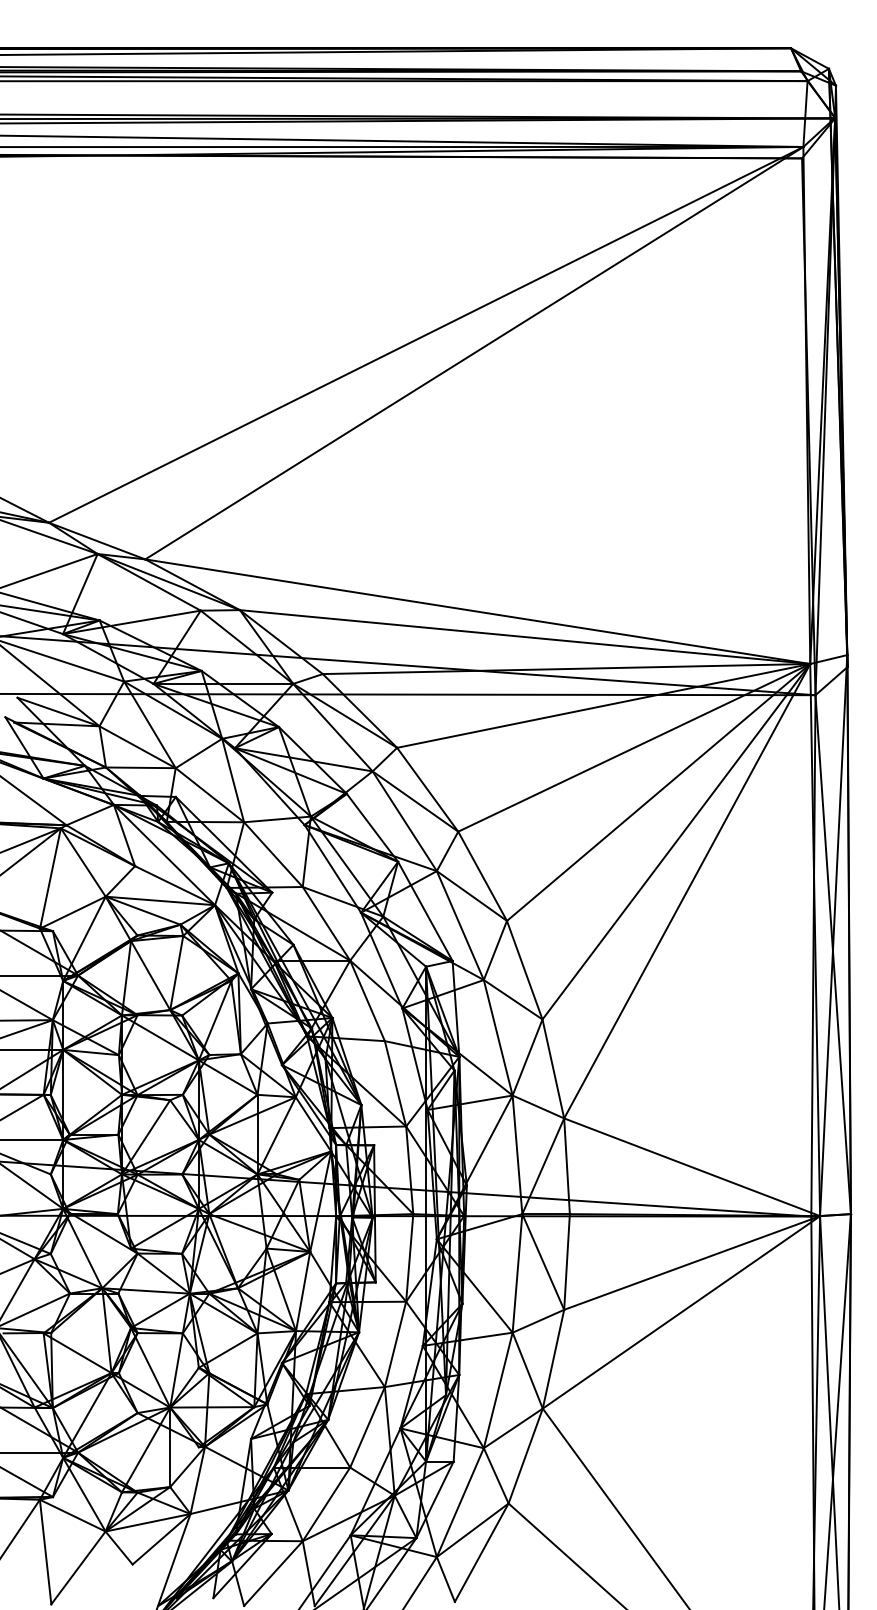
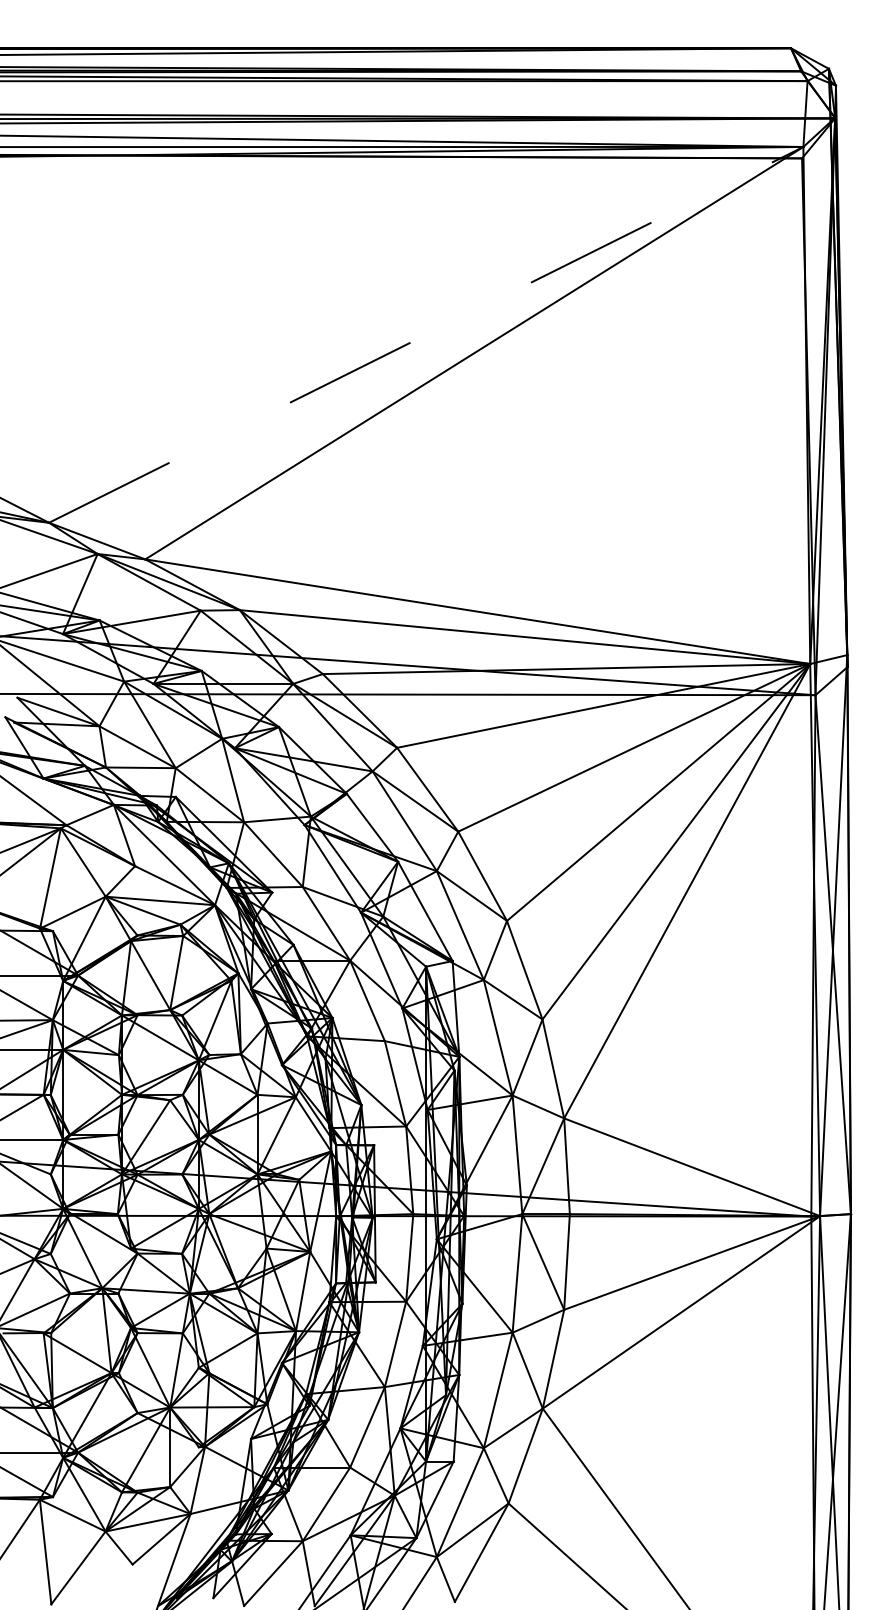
line at (426, 334): solid -> dashed
